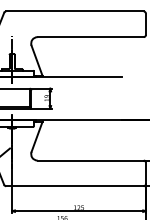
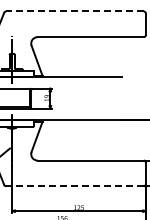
line at (74, 11): solid -> dashed
line at (74, 186): solid -> dashed
